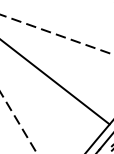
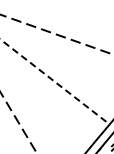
line at (55, 82): solid -> dashed
